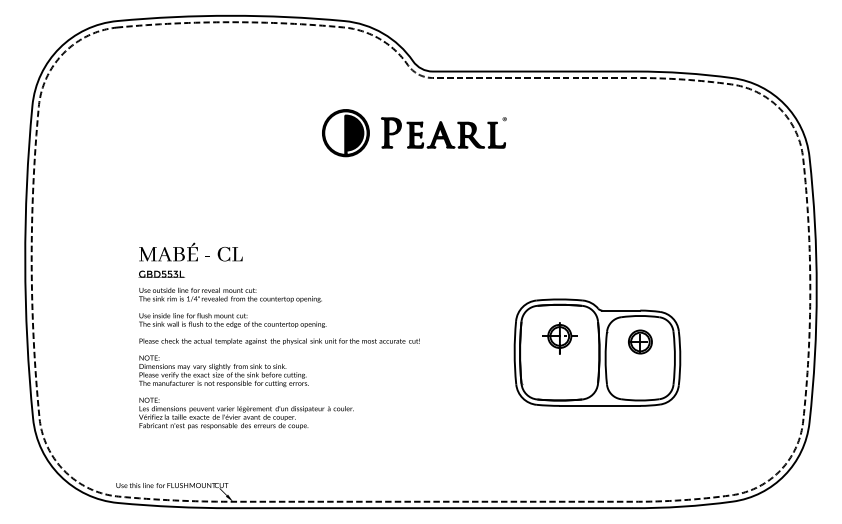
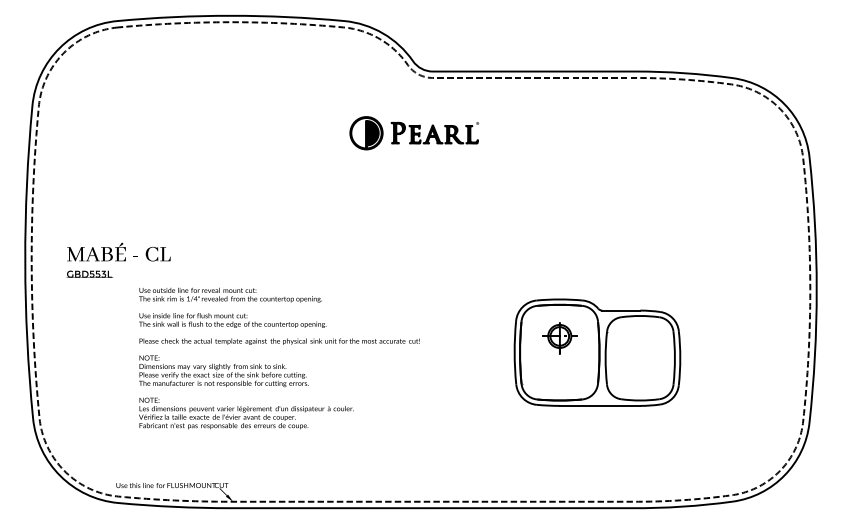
part at (414, 133) size: 185x49 px -> 131x35 px
text at (190, 259) position: (190, 259) -> (118, 259)
part at (640, 341): present -> none
